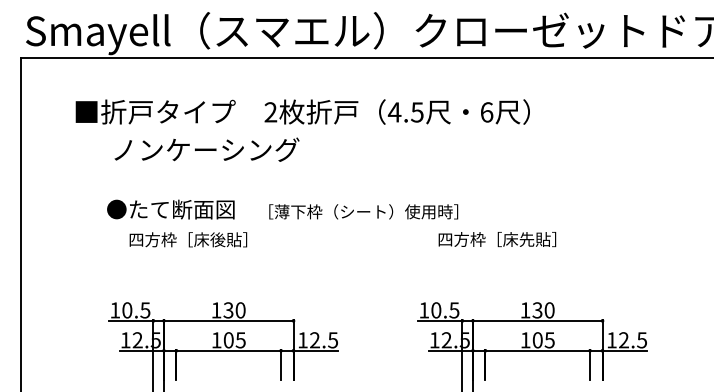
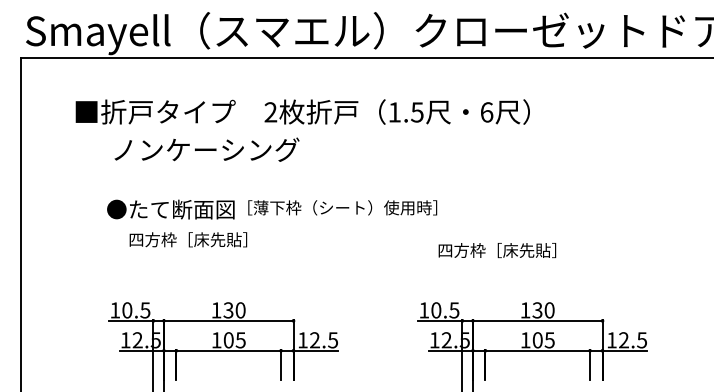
text at (394, 112): 4.5 -> 1.5
text at (363, 211) position: (363, 211) -> (342, 207)
text at (217, 239): 四方枠［床後貼］ -> 四方枠［床先貼］
text at (497, 239) position: (497, 239) -> (497, 250)
